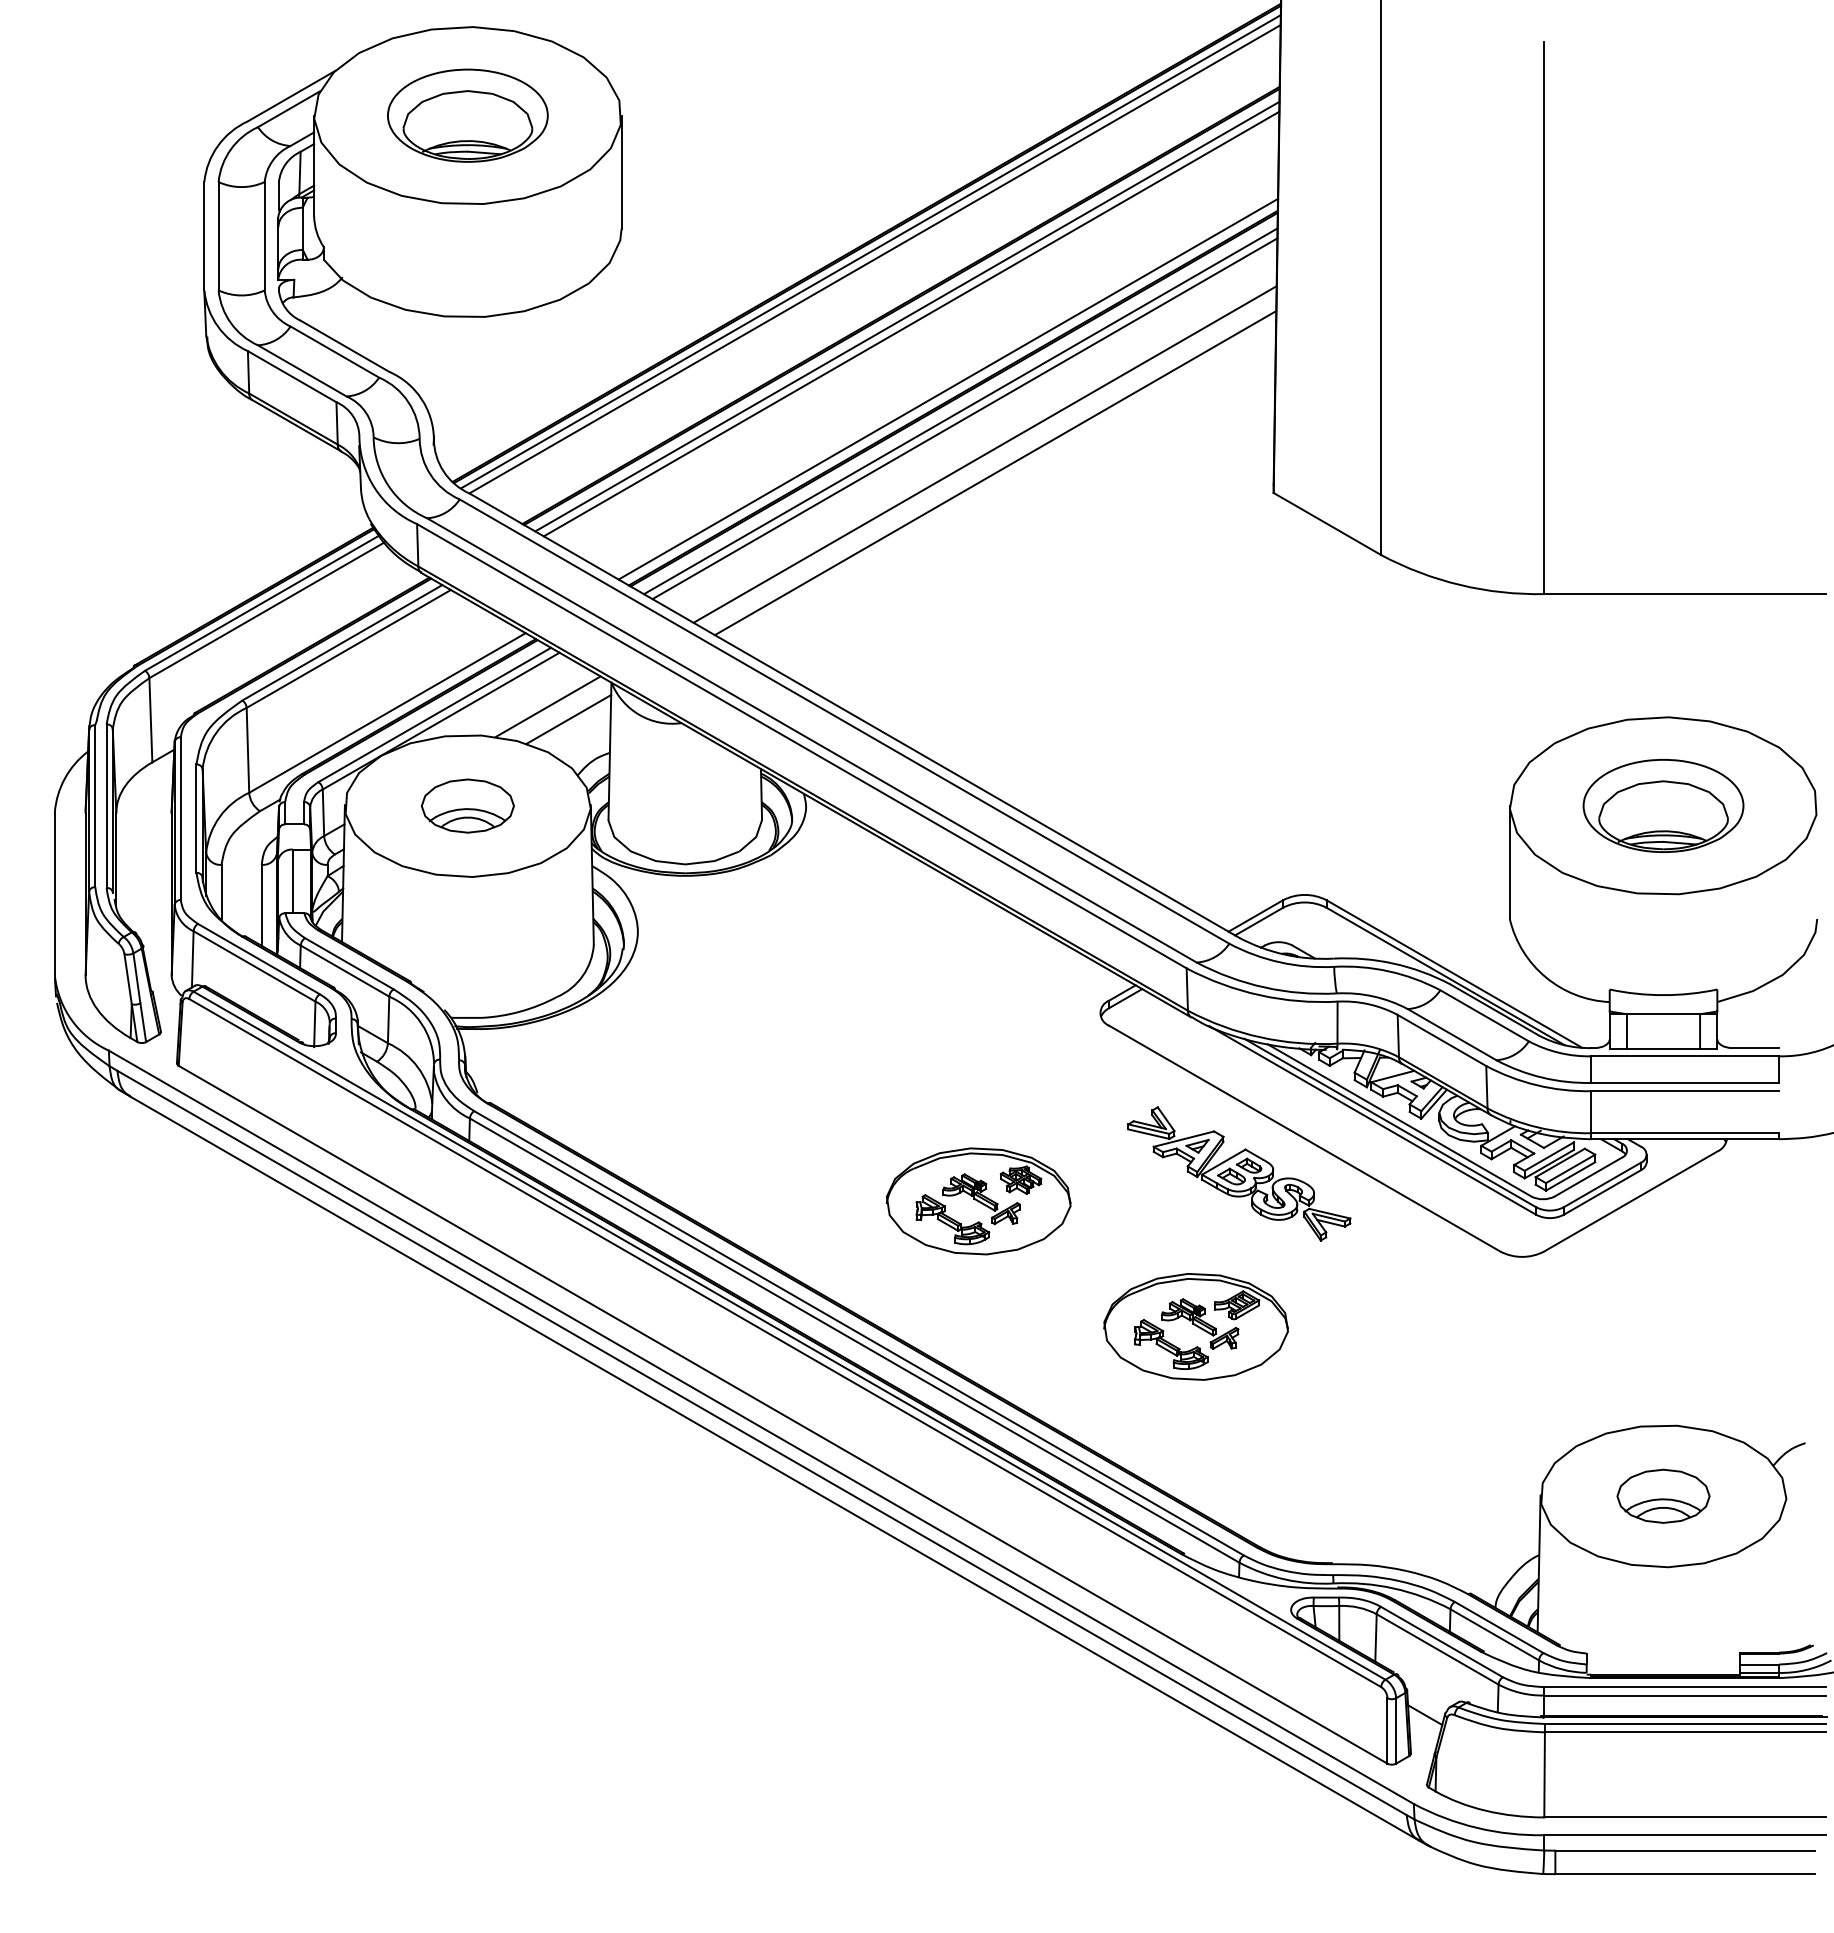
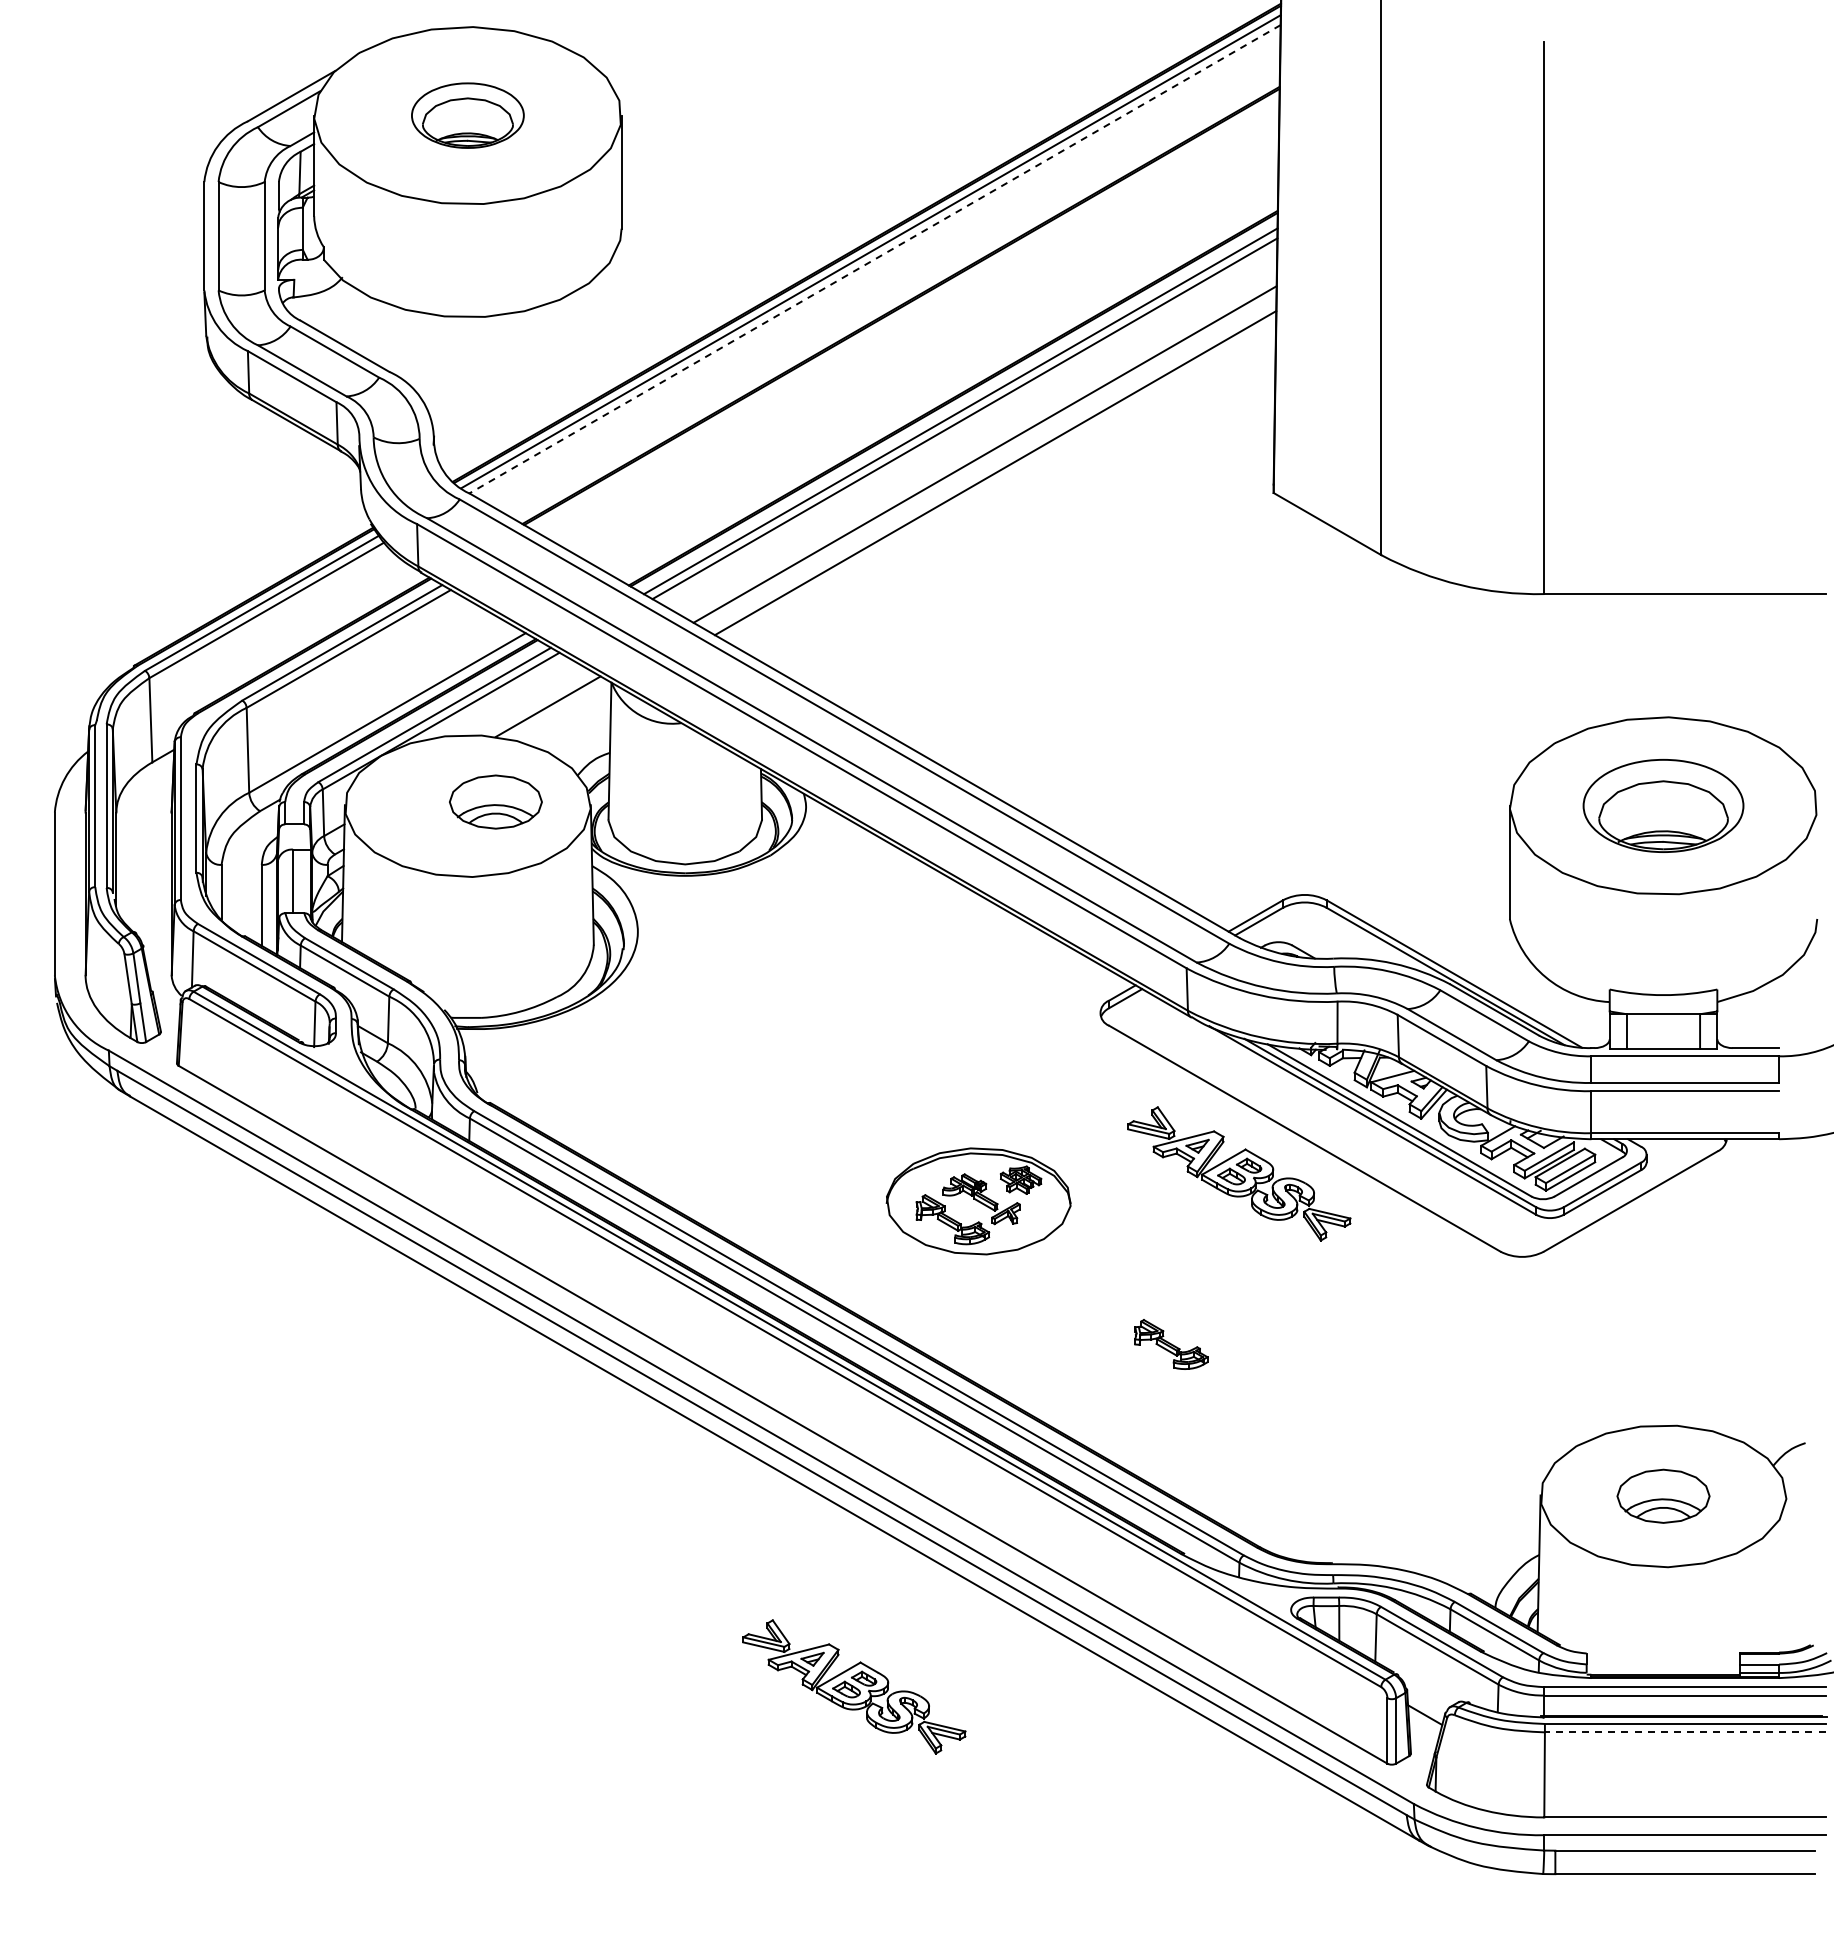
part at (467, 115) size: 162x95 px -> 114x67 px
line at (874, 259): solid -> dashed
line at (907, 316): present -> none
line at (911, 323): present -> none
line at (948, 388): present -> none
line at (568, 719): present -> none
part at (467, 805) position: (467, 805) -> (495, 801)
part at (1195, 1326): present -> none
part at (854, 1686): none -> present
line at (1684, 1732): solid -> dashed
